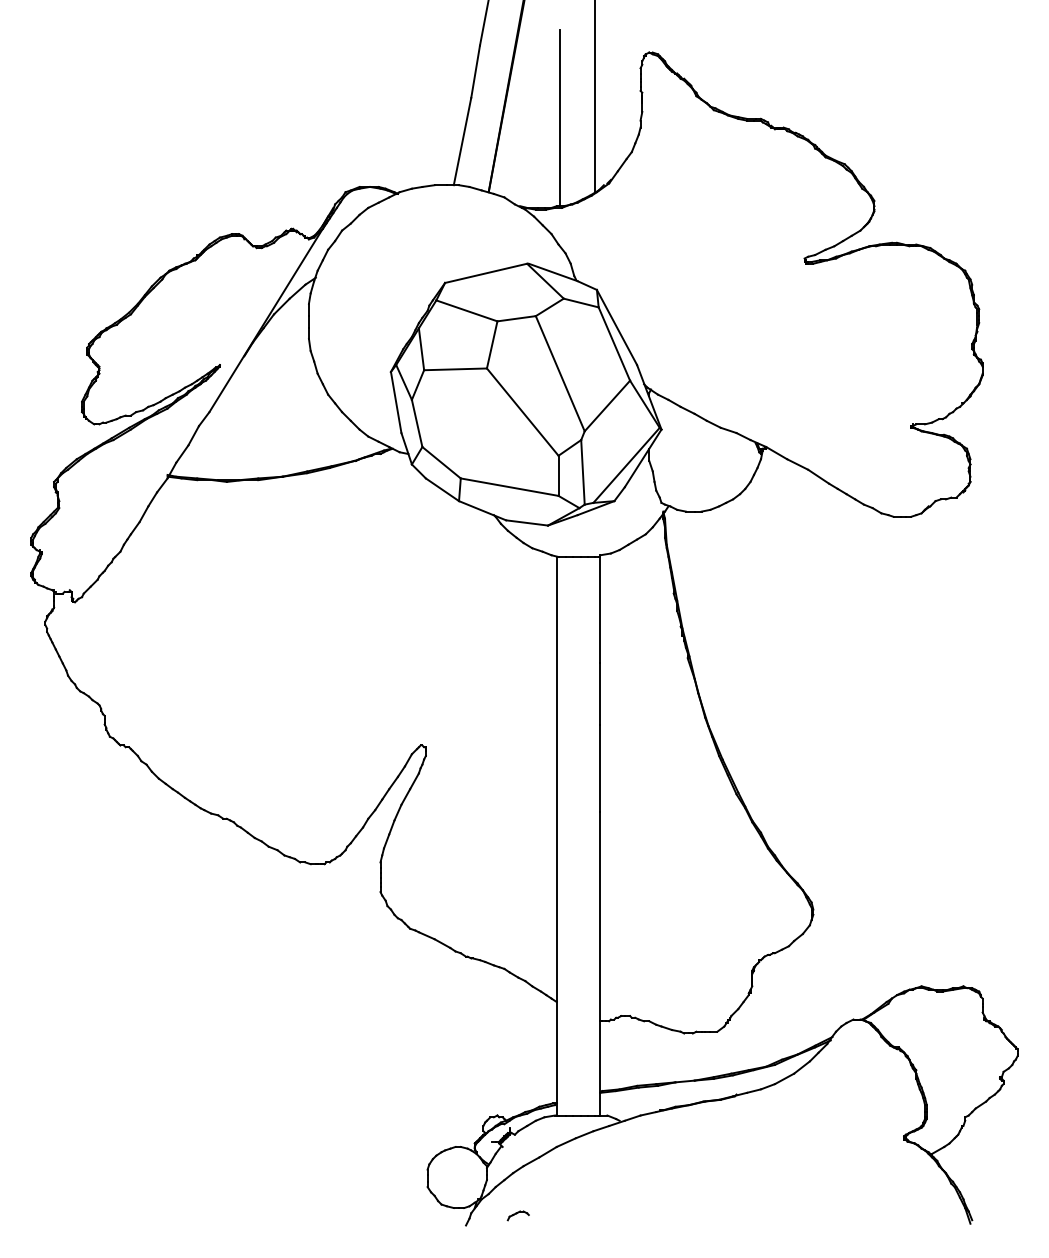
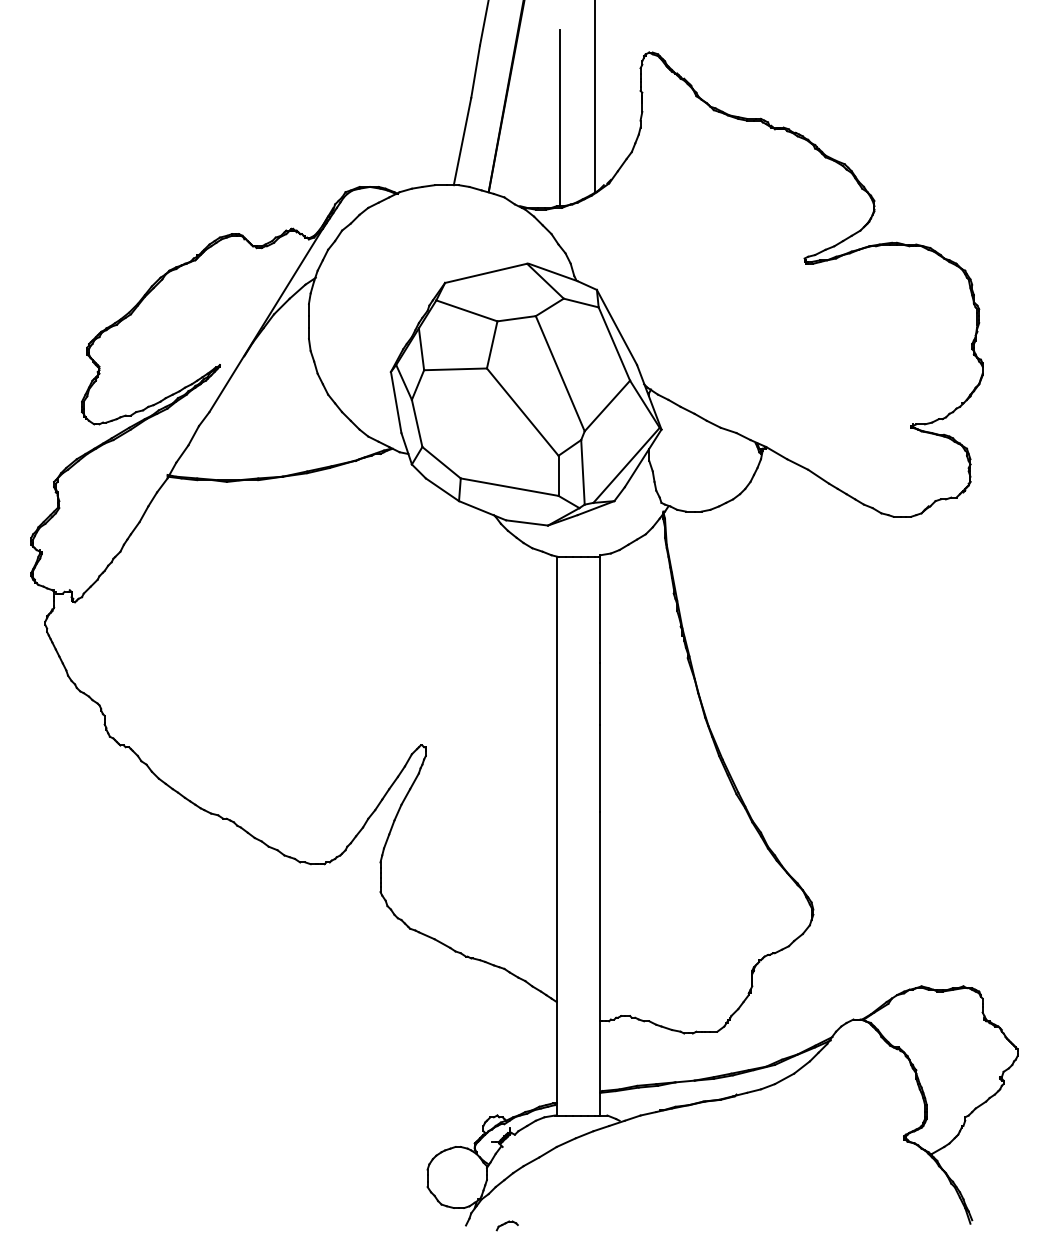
part at (517, 1215) position: (517, 1215) -> (506, 1225)
